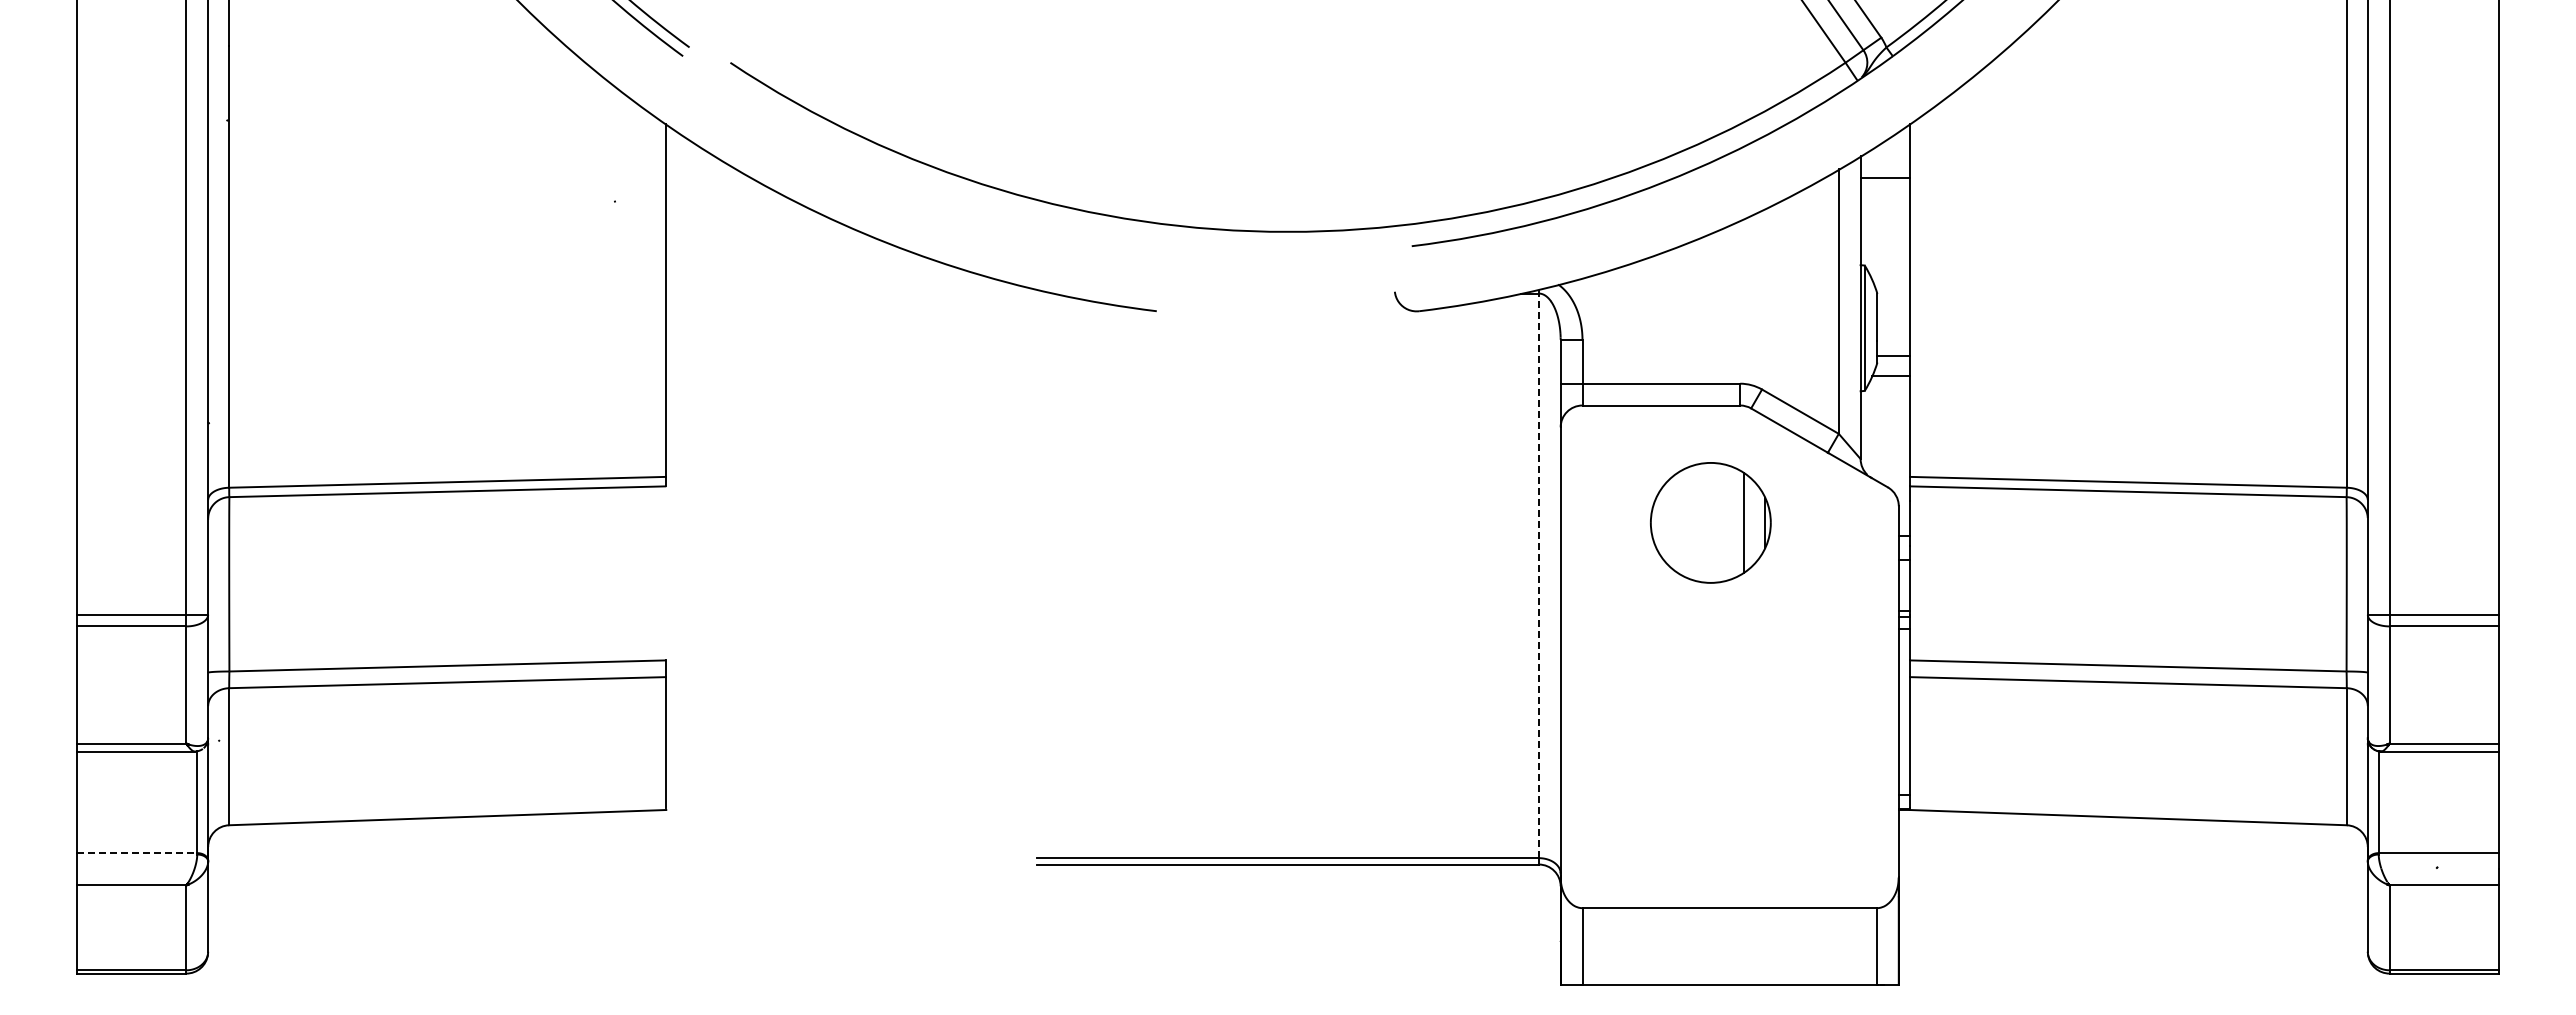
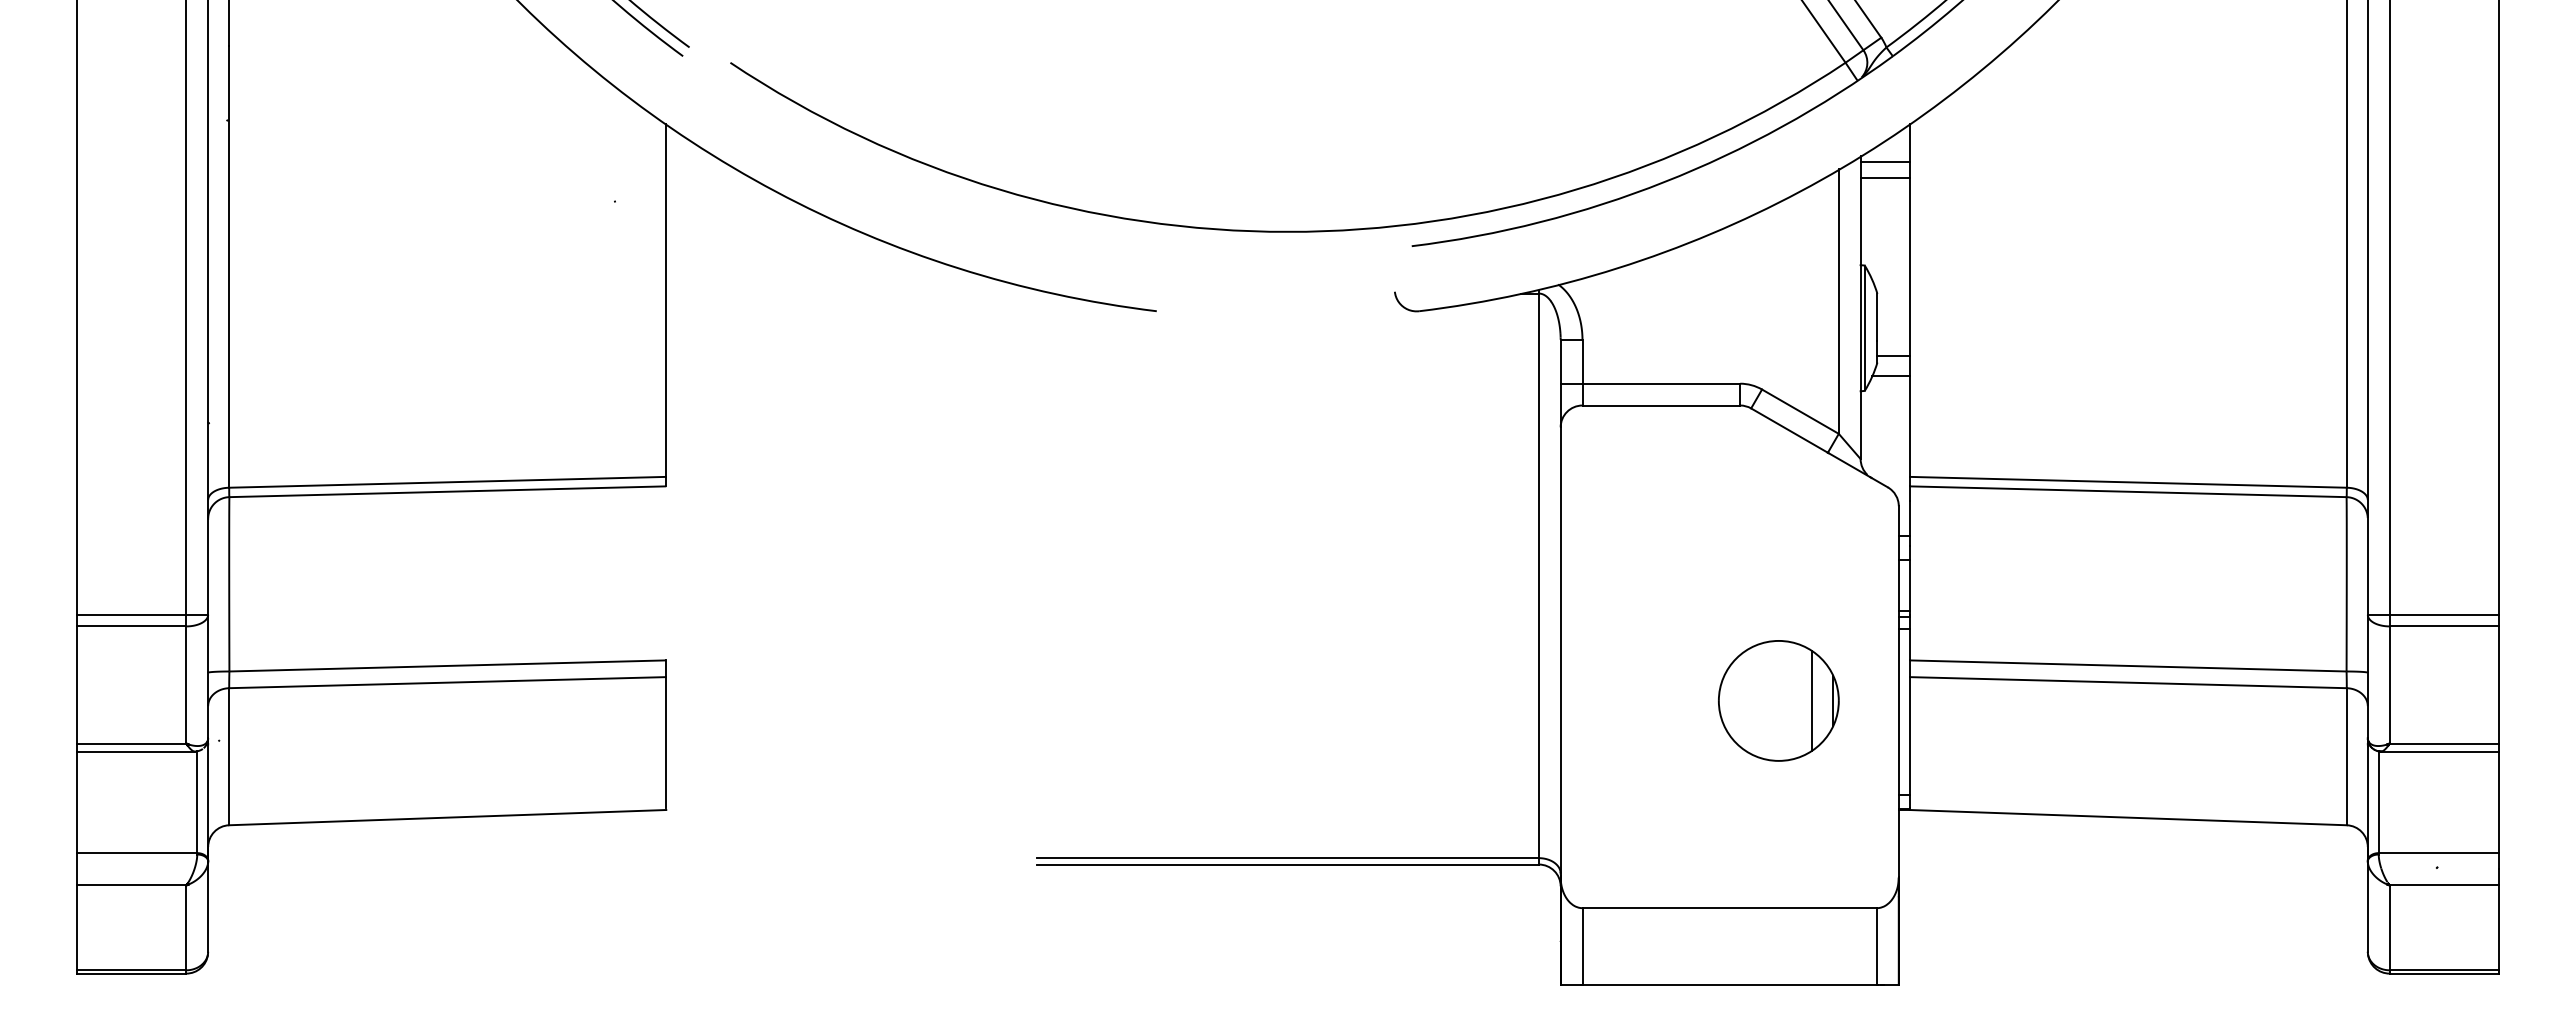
line at (1884, 162): none -> present
part at (1710, 522) position: (1710, 522) -> (1778, 700)
line at (1538, 575): dashed -> solid
line at (137, 853): dashed -> solid
